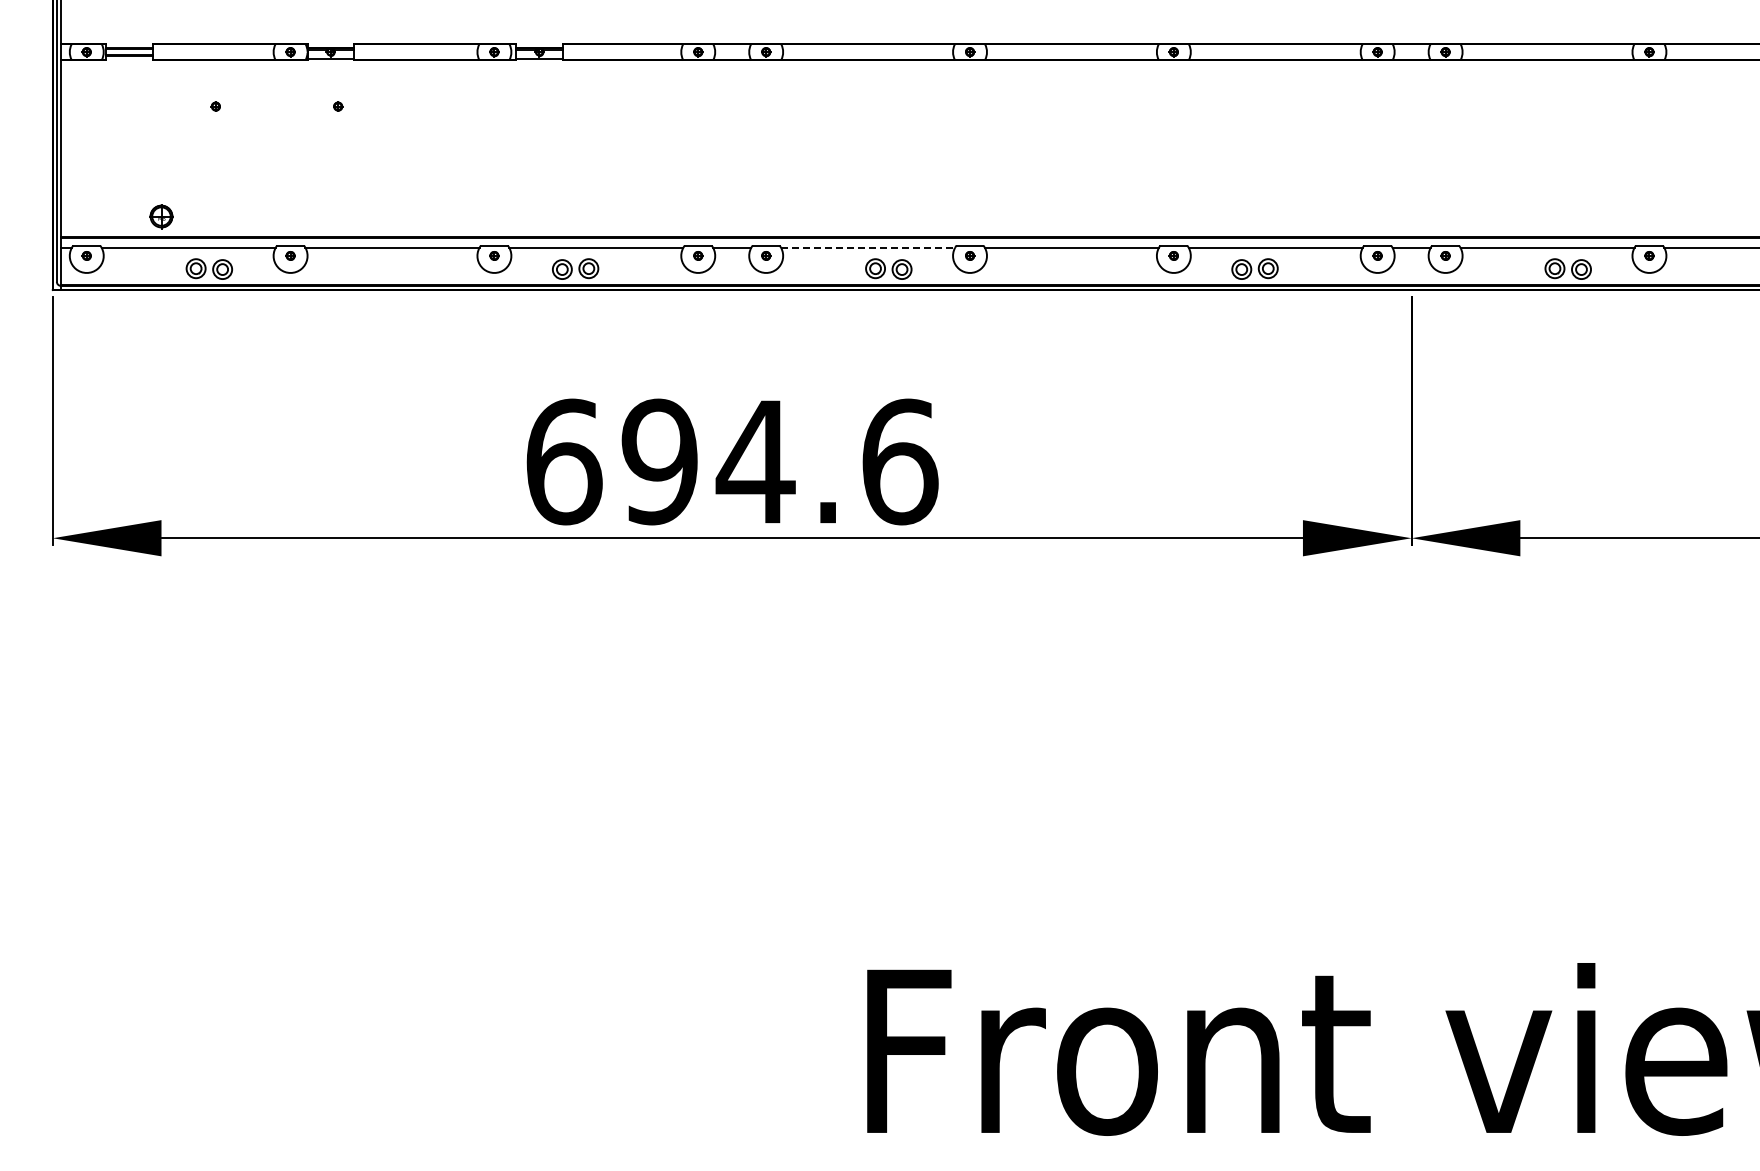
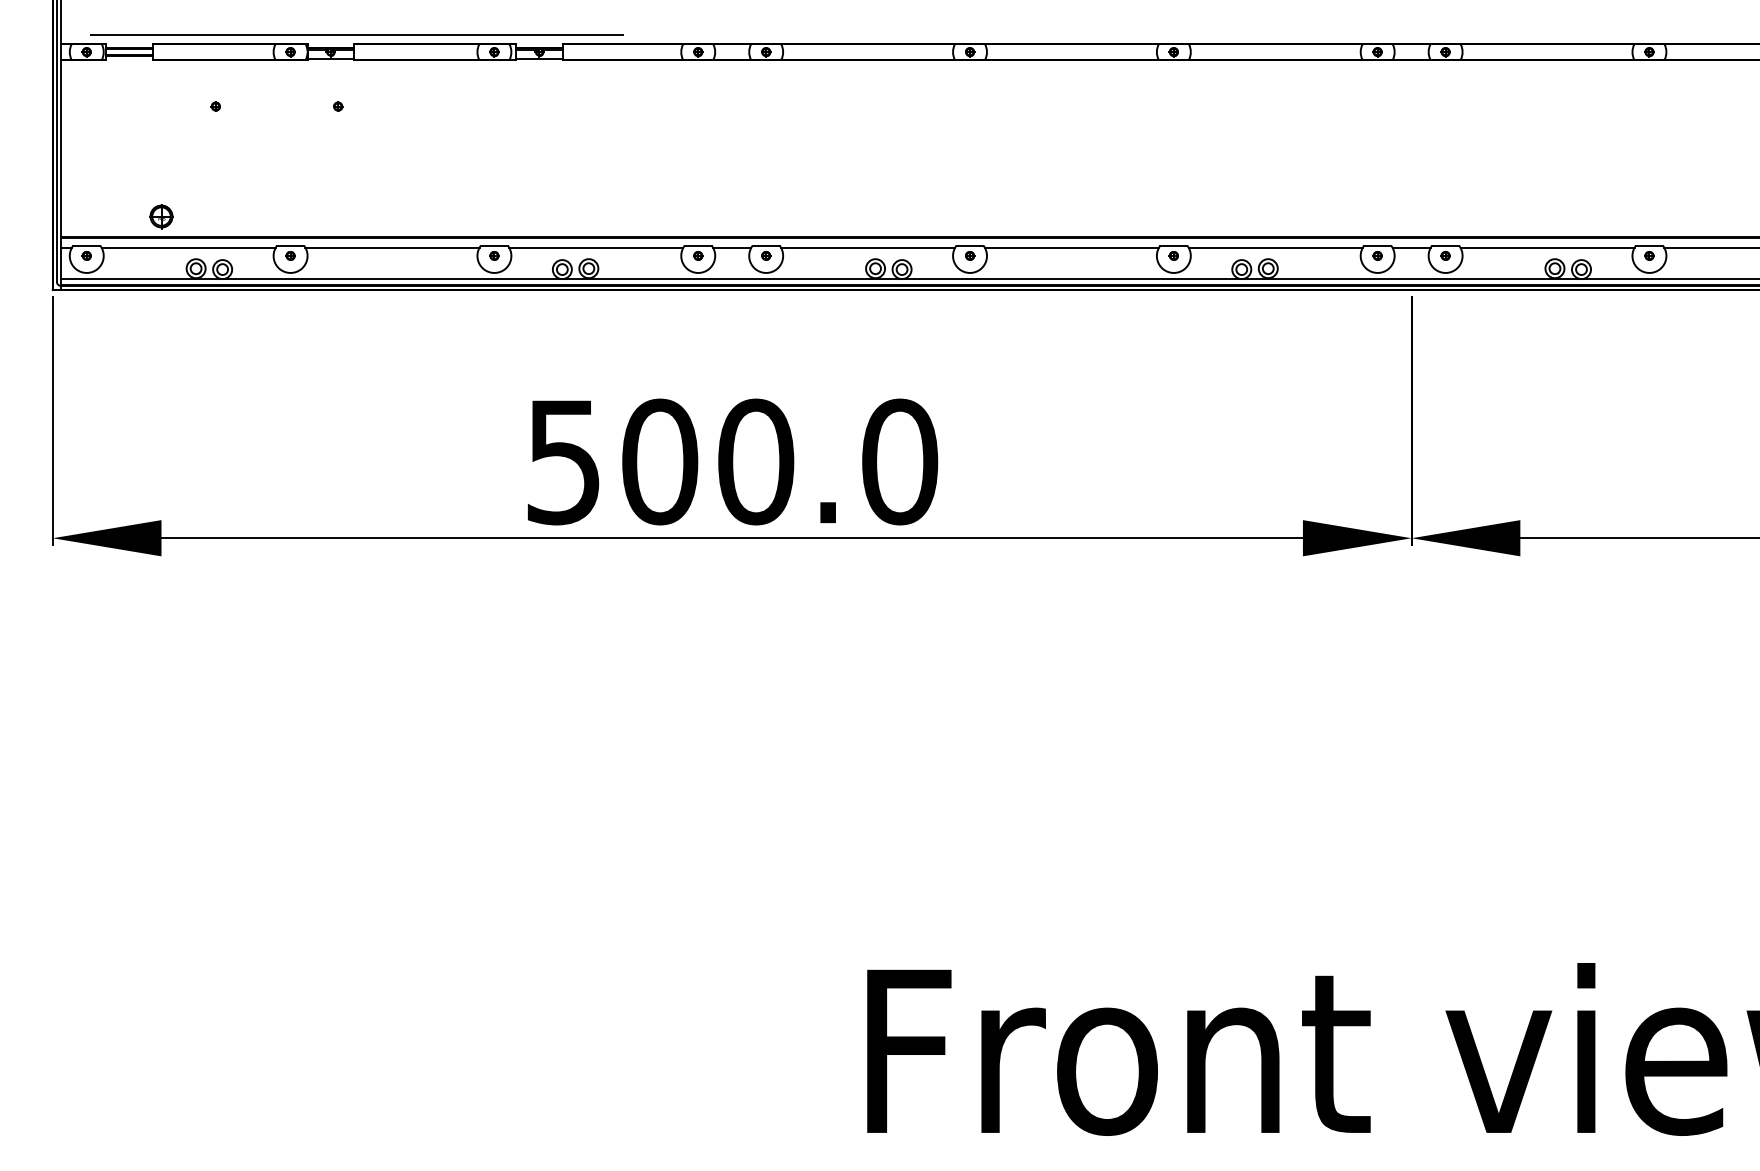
line at (356, 34): none -> present
line at (868, 247): dashed -> solid
line at (908, 279): none -> present
text at (732, 461): 694.6 -> 500.0
